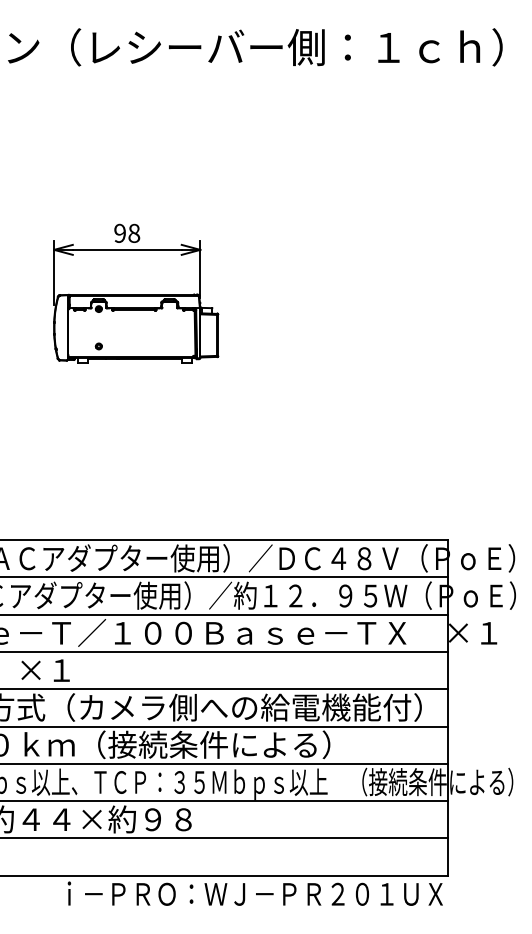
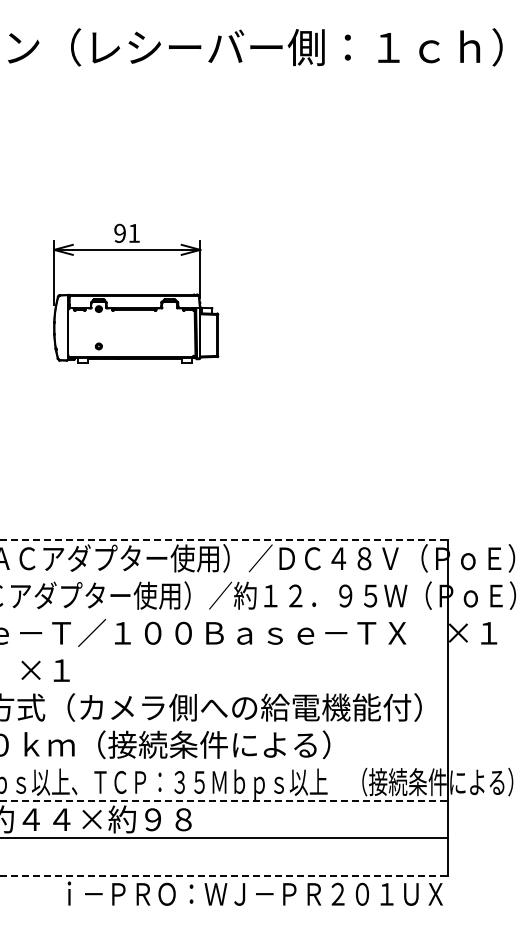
text at (134, 232): 98 -> 91
line at (224, 540): solid -> dashed
line at (224, 577): present -> none
line at (224, 614): present -> none
line at (224, 652): present -> none
line at (224, 689): present -> none
line at (224, 726): present -> none
line at (224, 763): present -> none
line at (224, 801): solid -> dashed
line at (224, 875): solid -> dashed
